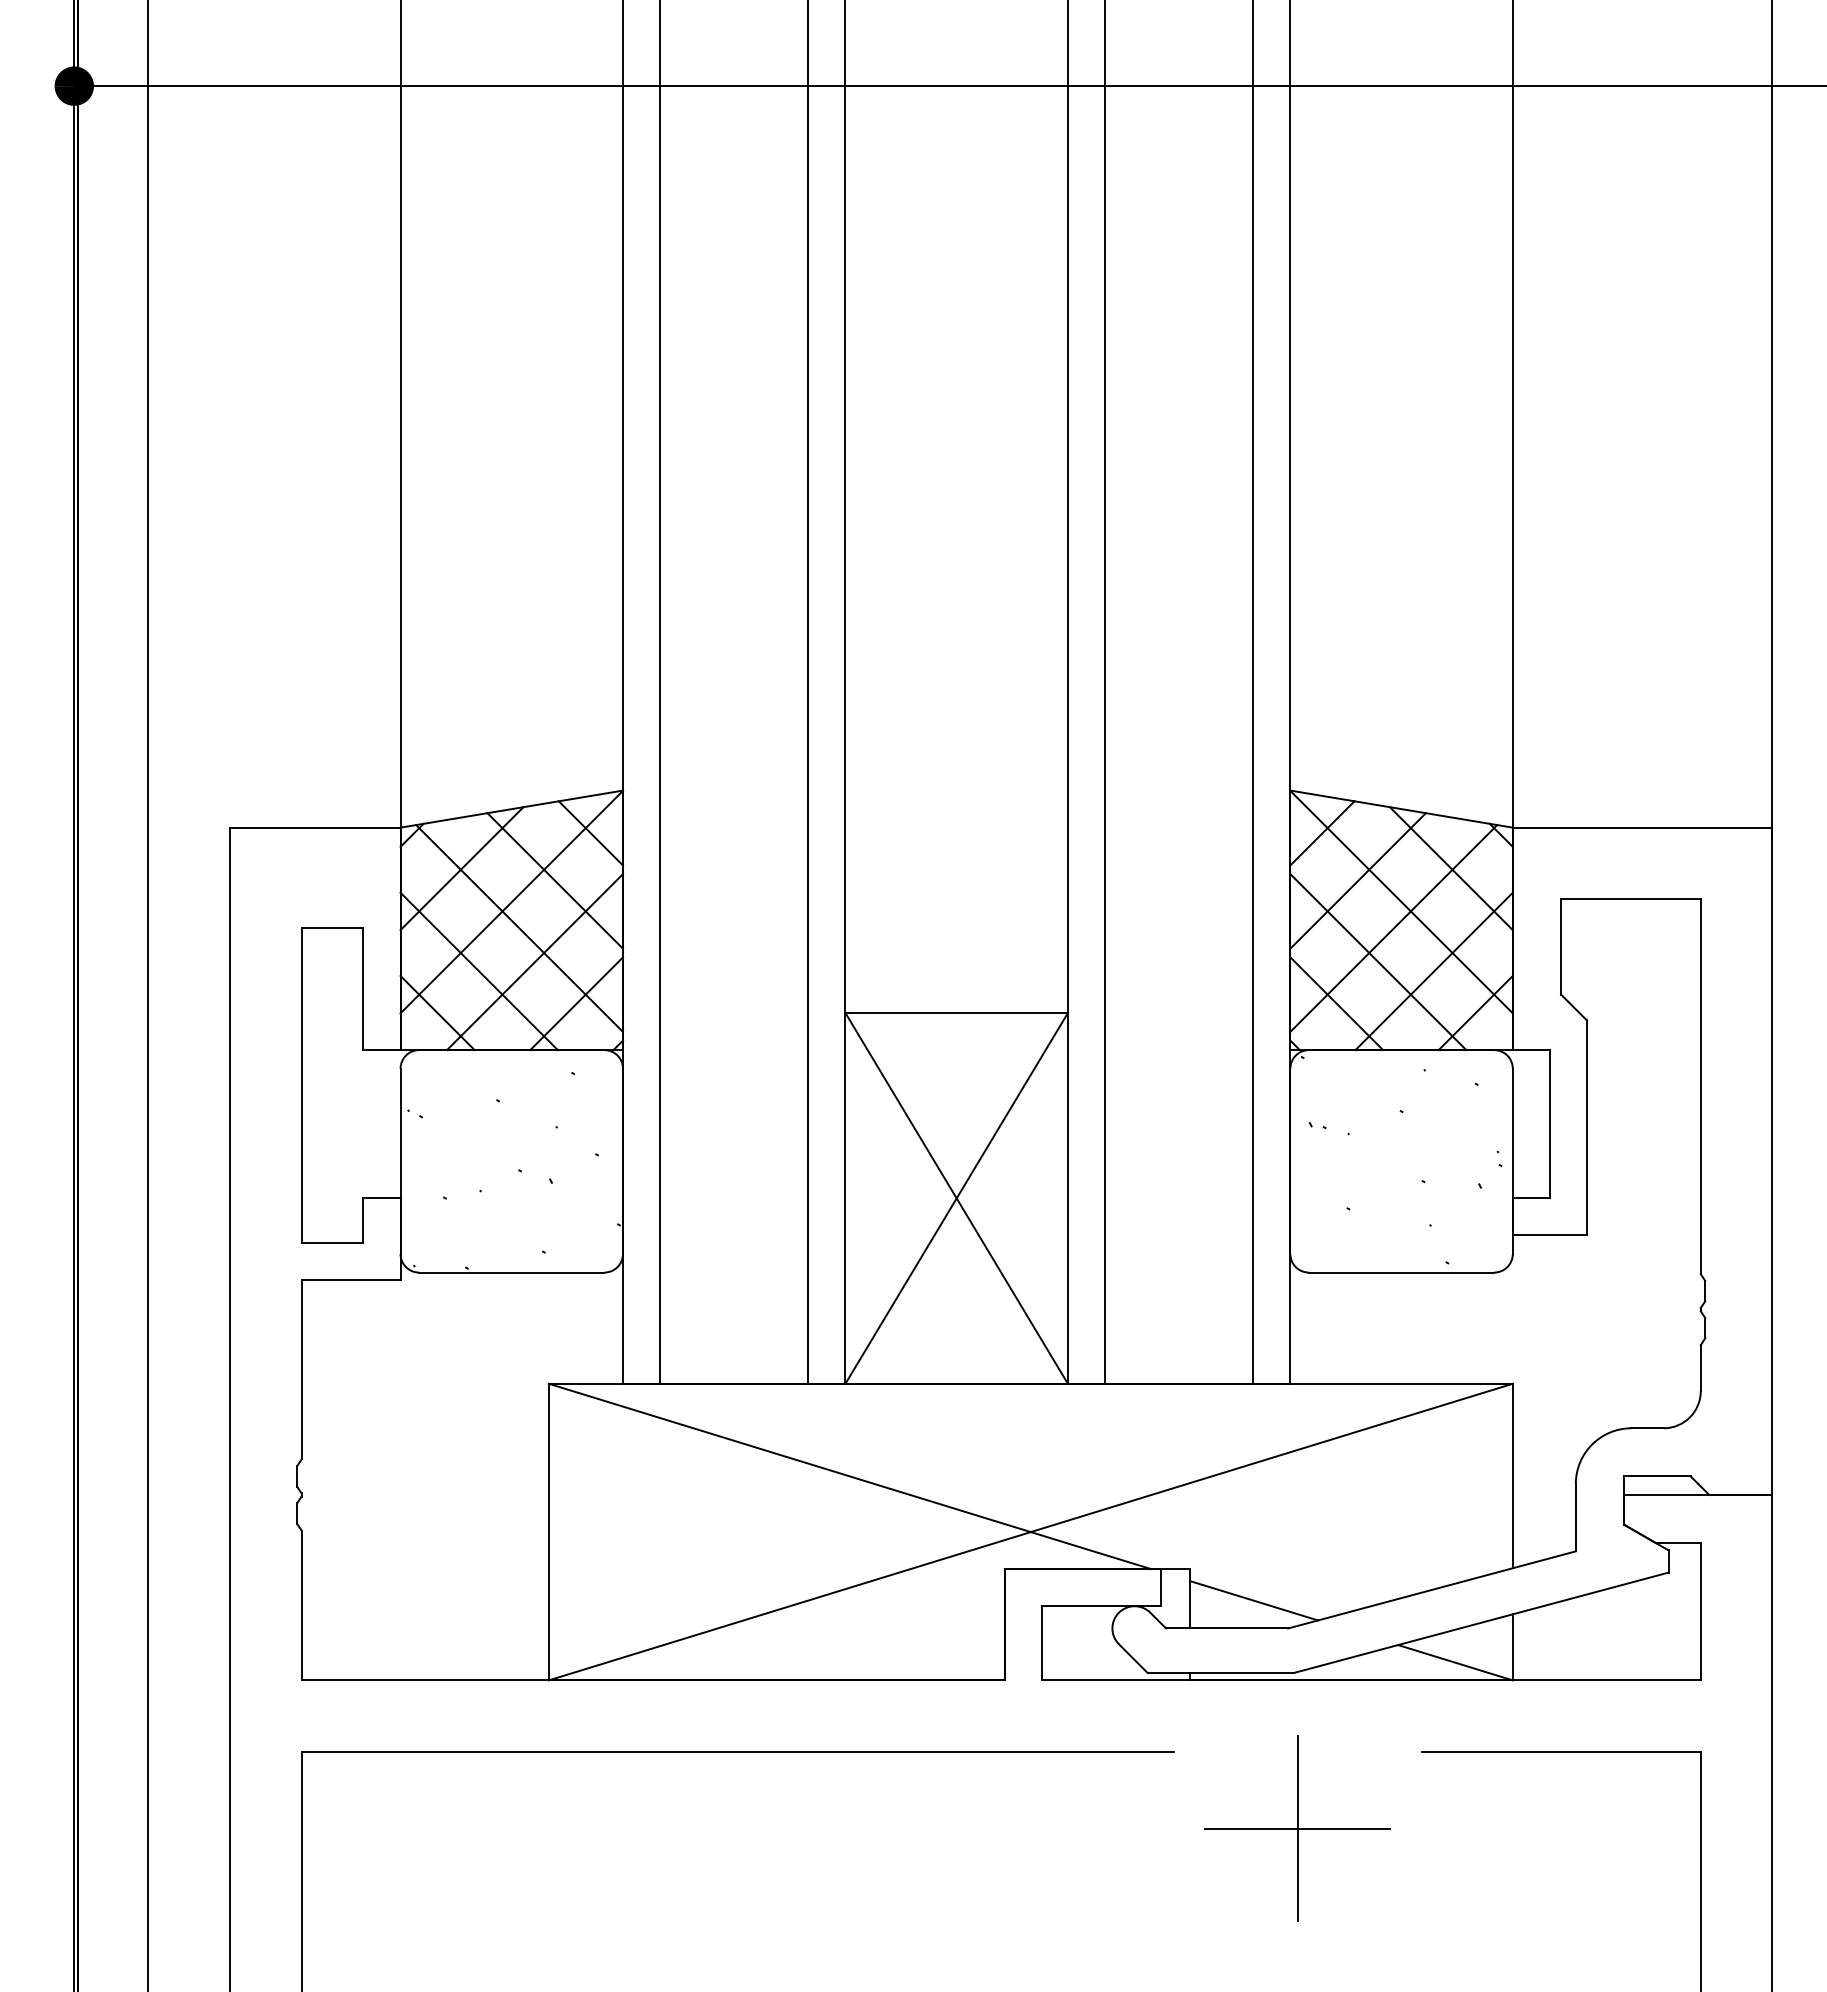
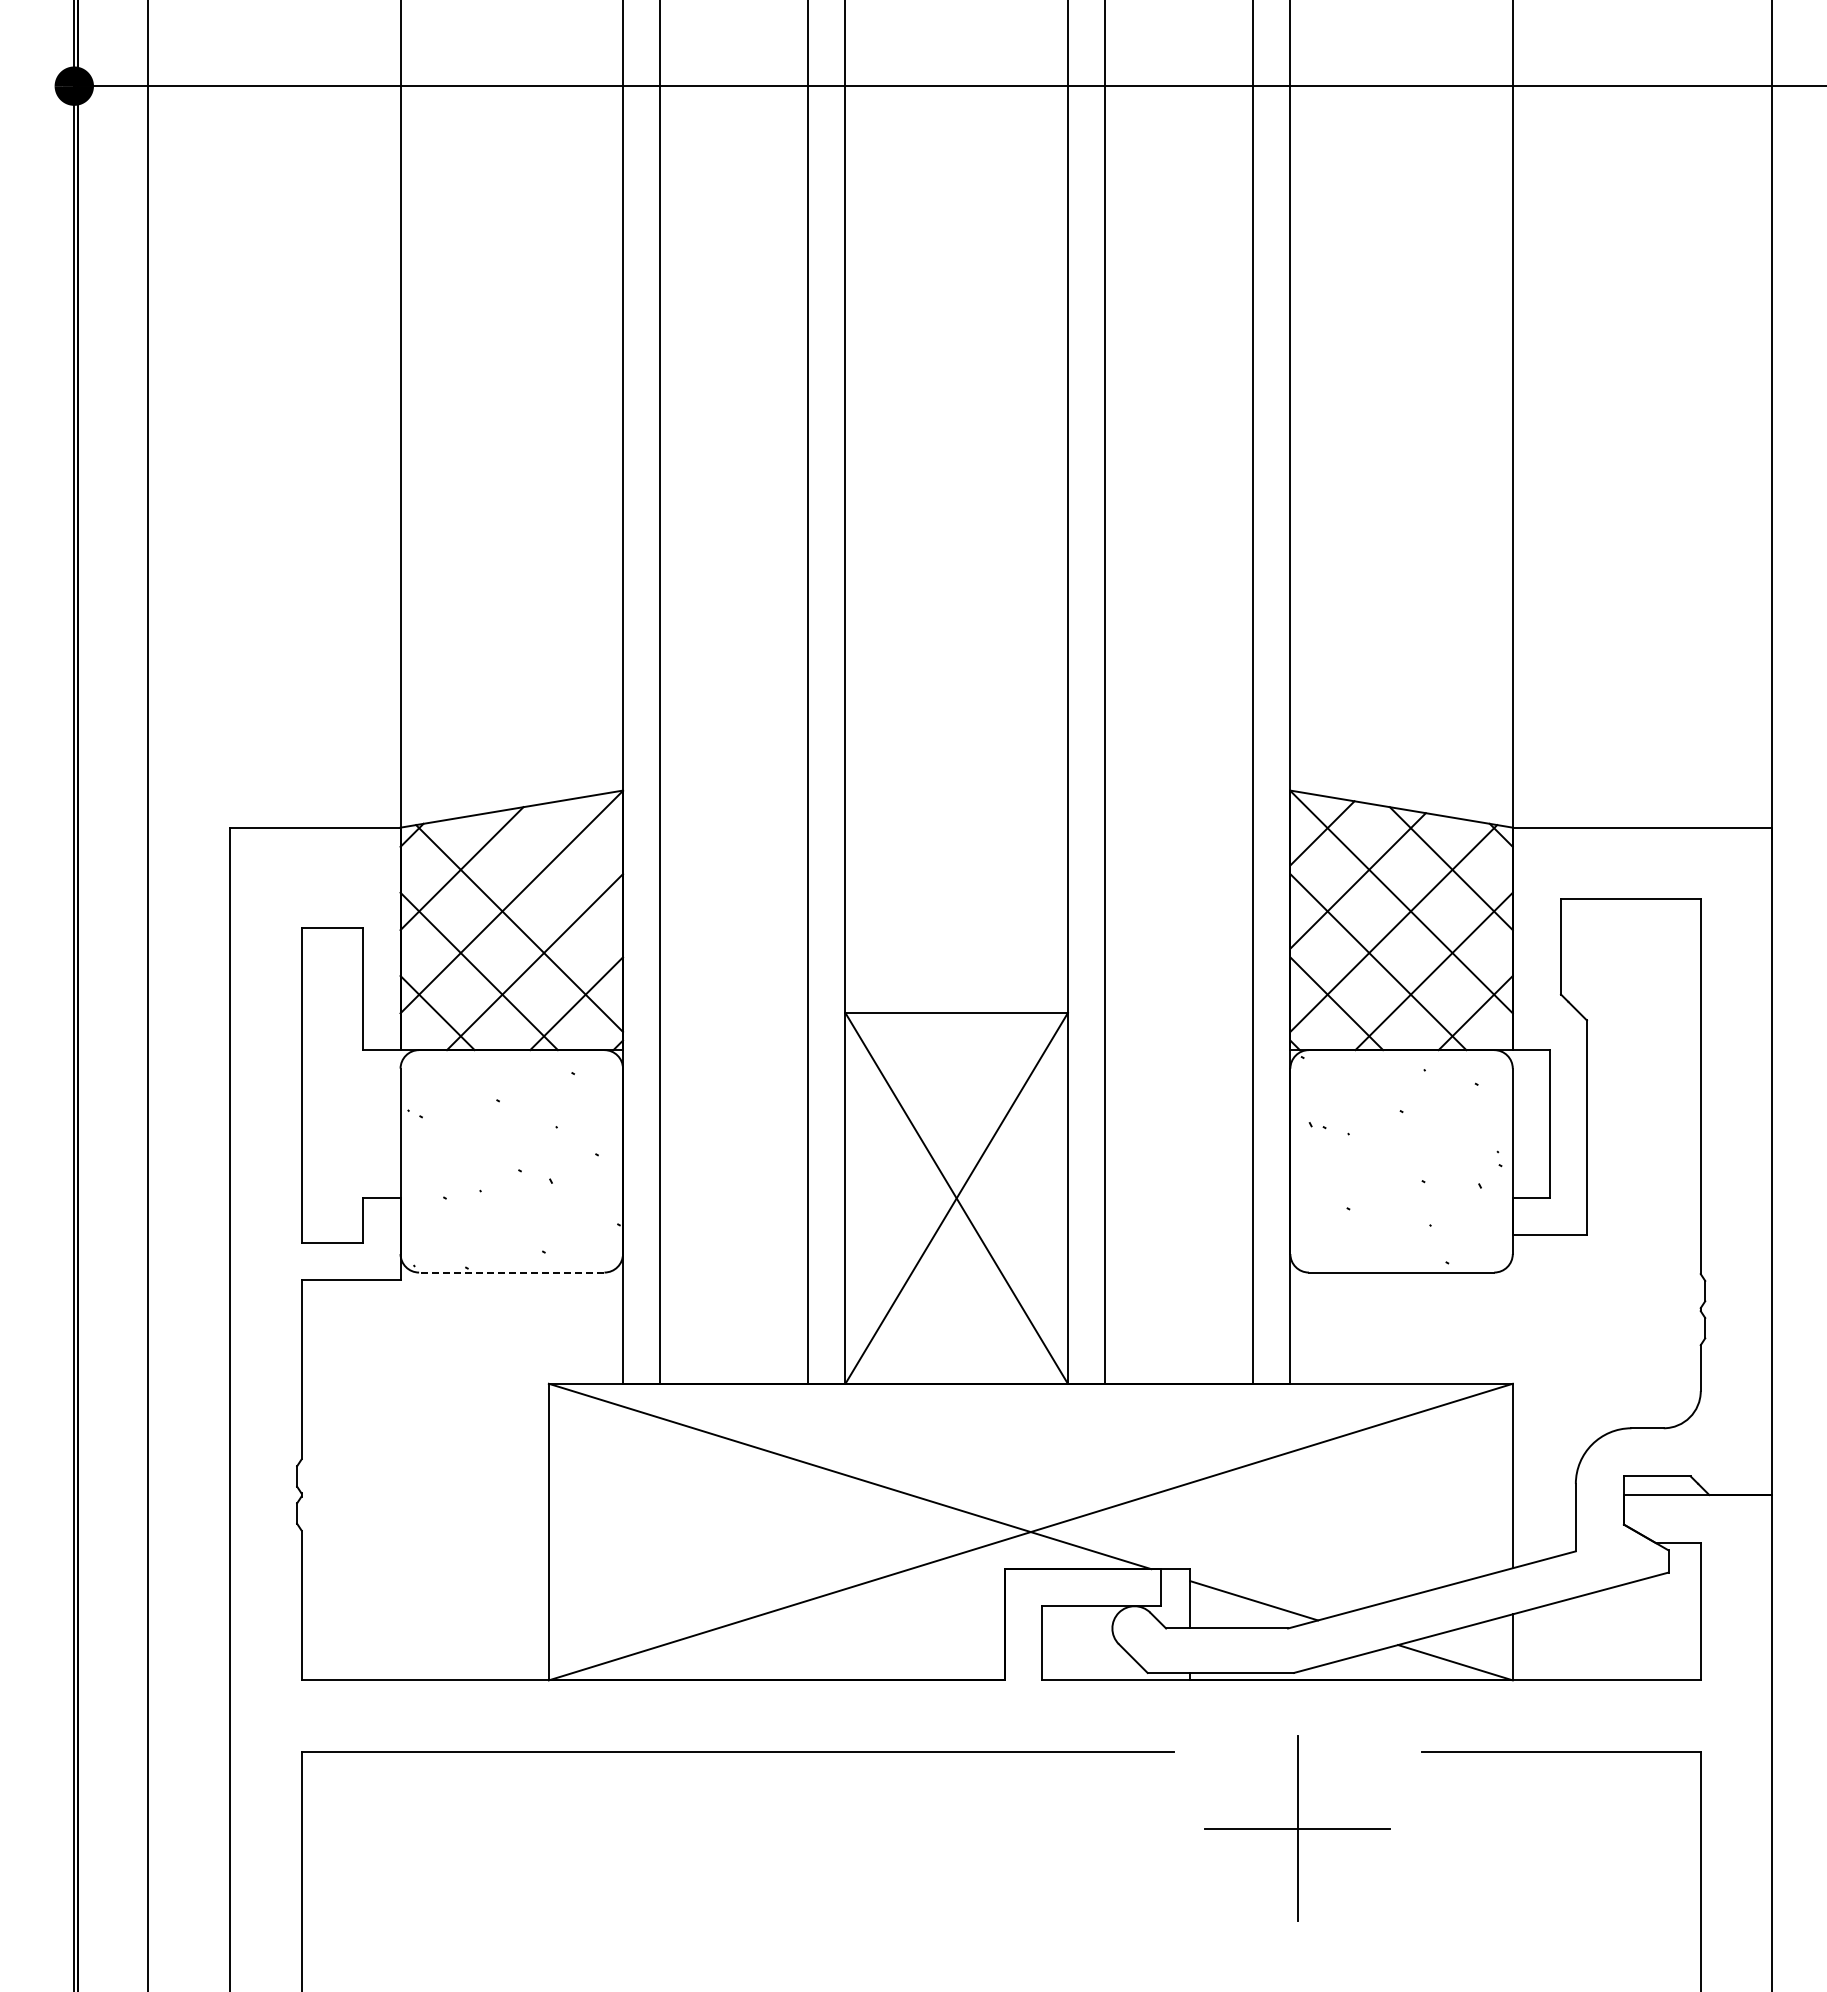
line at (590, 833): present -> none
line at (555, 880): present -> none
line at (511, 1272): solid -> dashed
